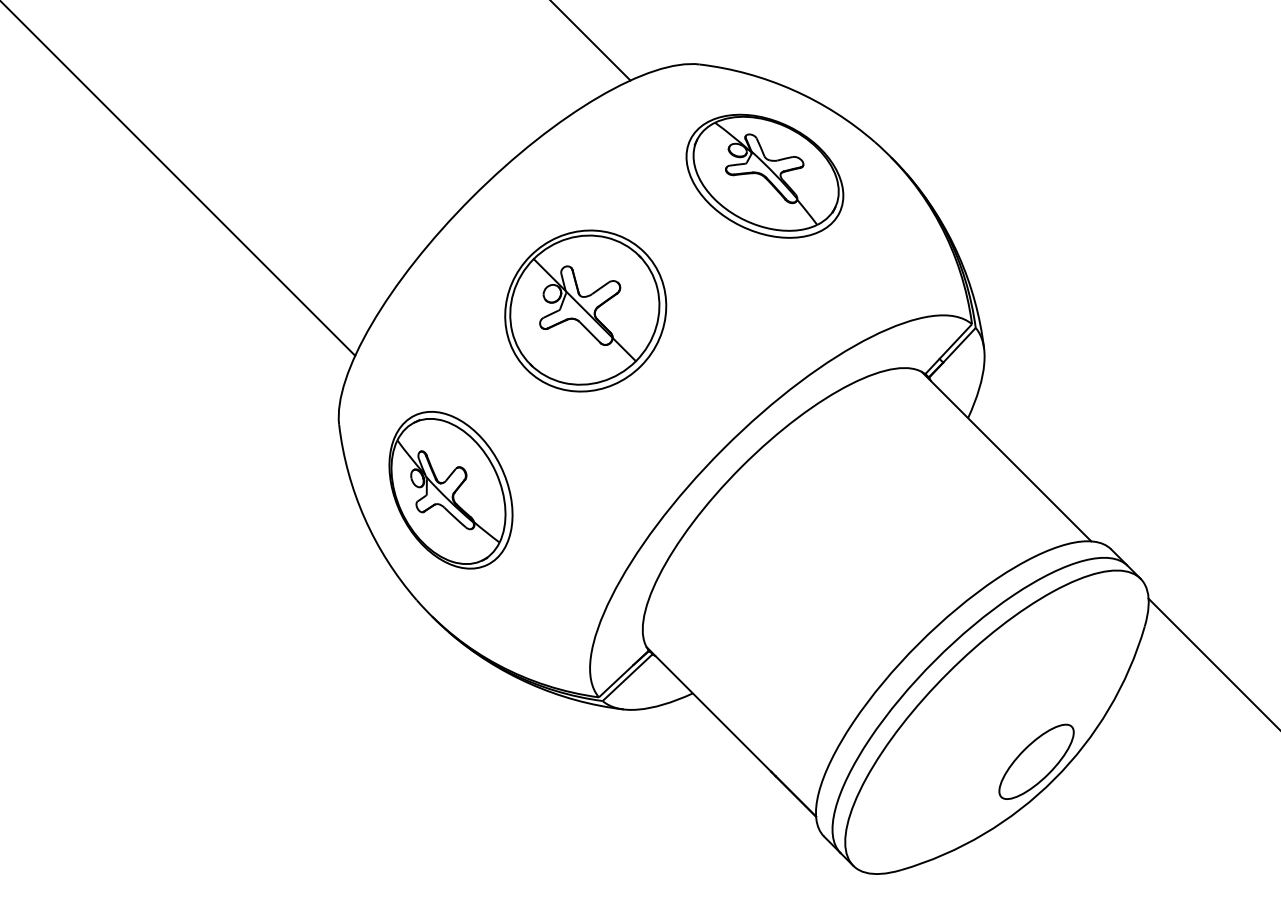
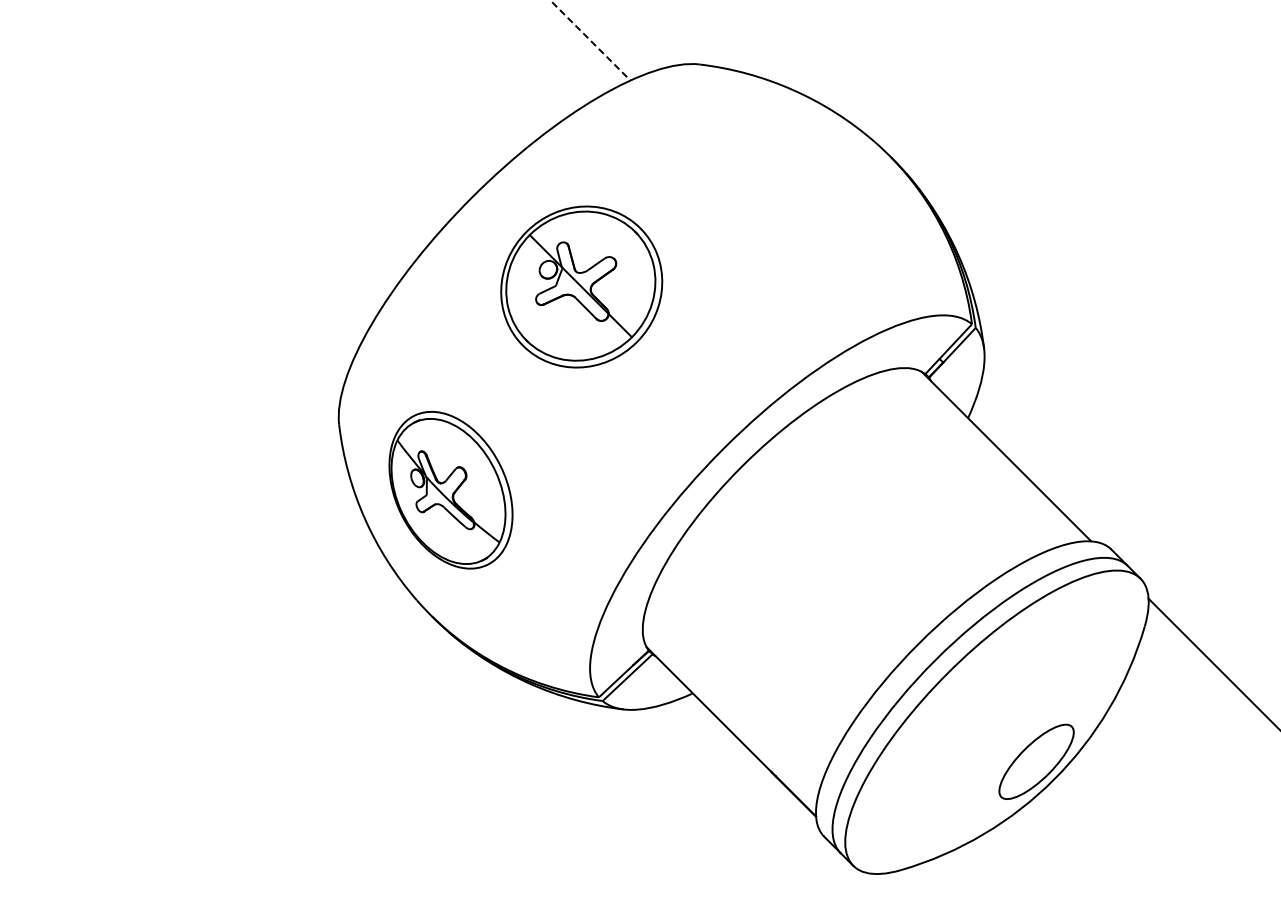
line at (590, 40): solid -> dashed
part at (764, 175): present -> none
line at (178, 178): present -> none
part at (585, 310) position: (585, 310) -> (581, 286)
